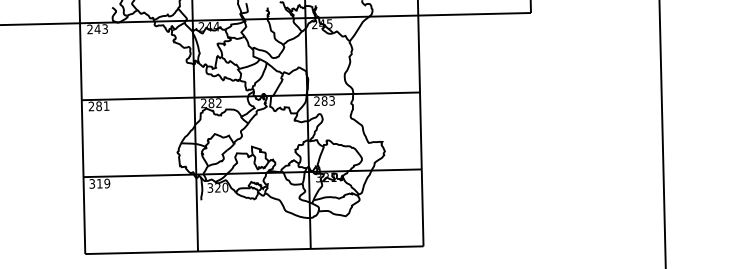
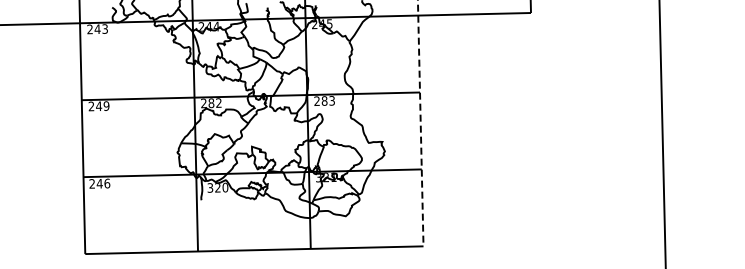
text at (102, 106): 281 -> 249
line at (420, 123): solid -> dashed
text at (99, 183): 319 -> 246
